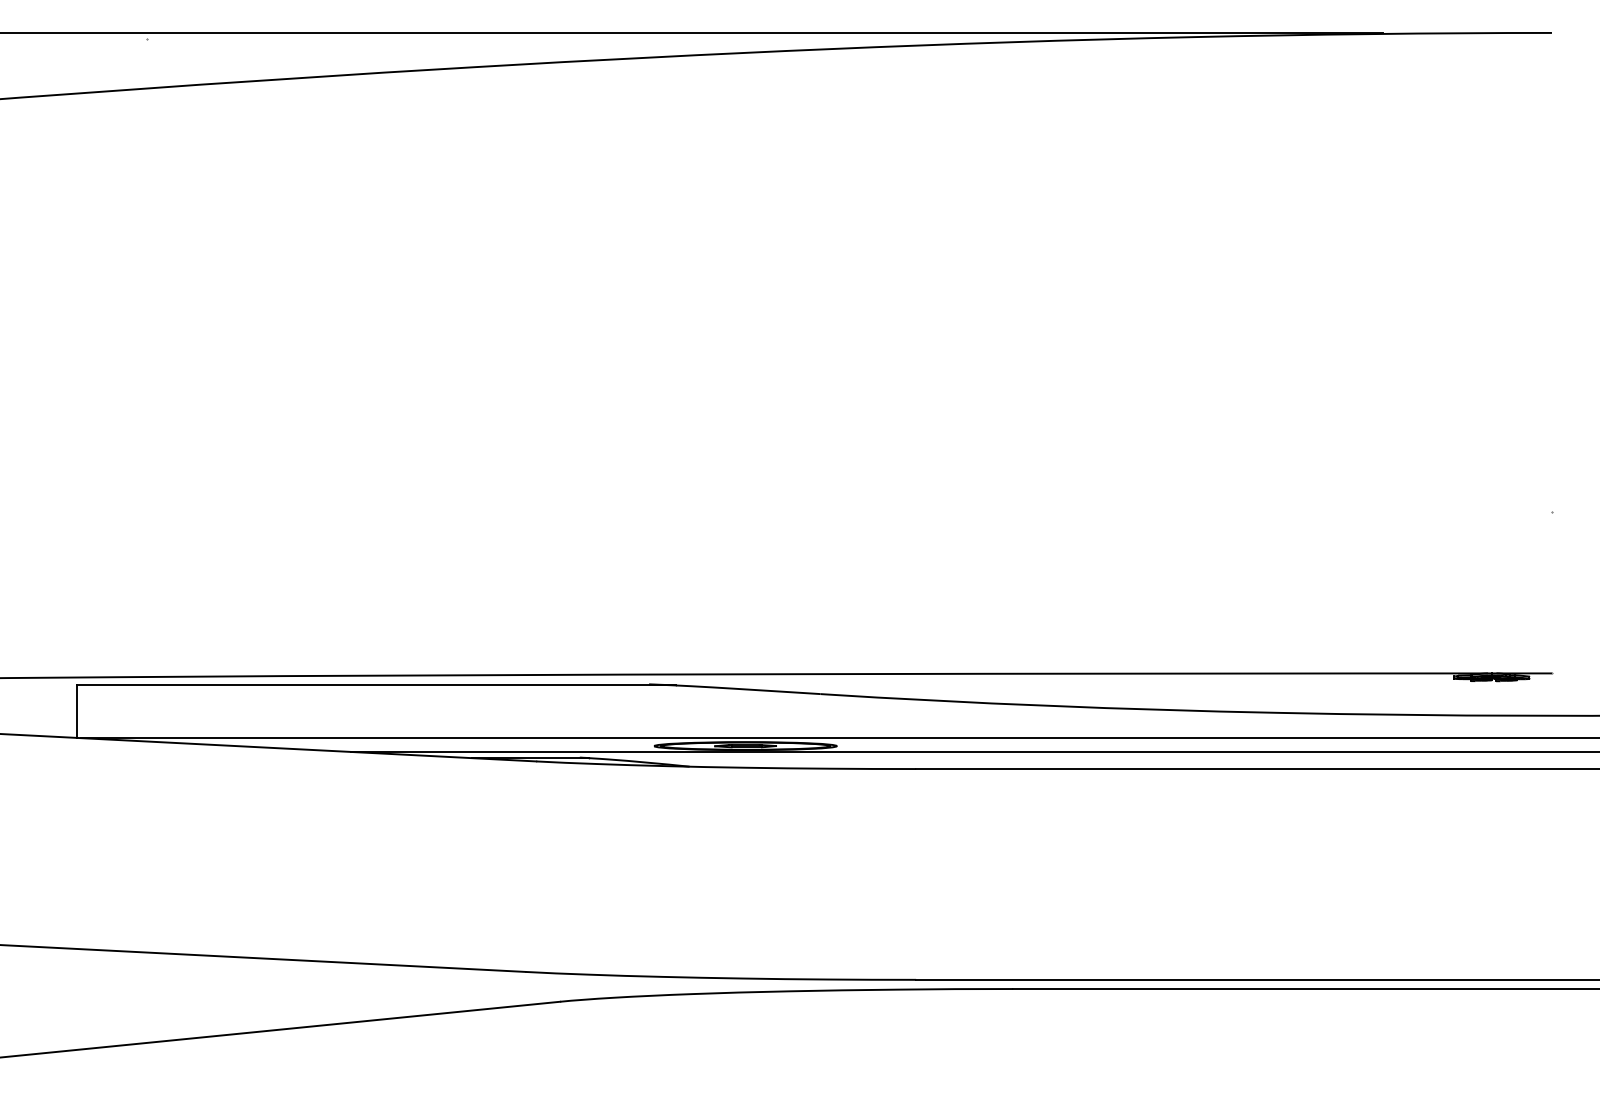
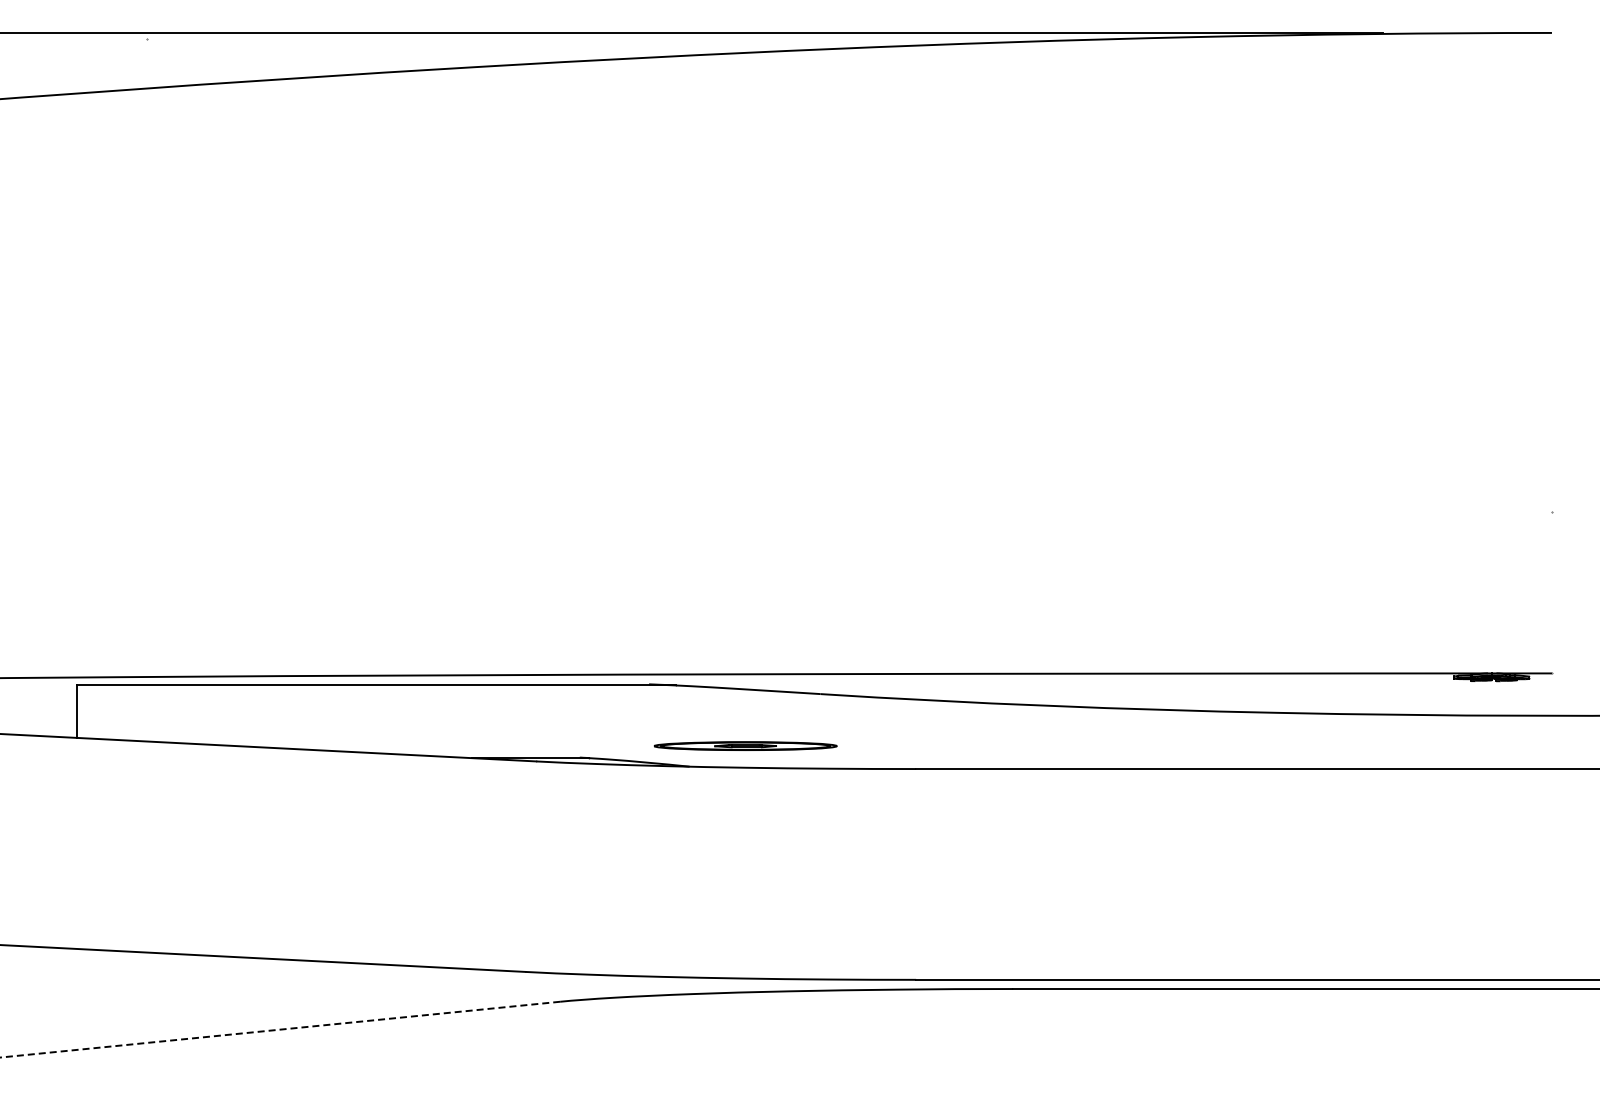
line at (838, 738): present -> none
line at (973, 751): present -> none
line at (279, 1029): solid -> dashed
